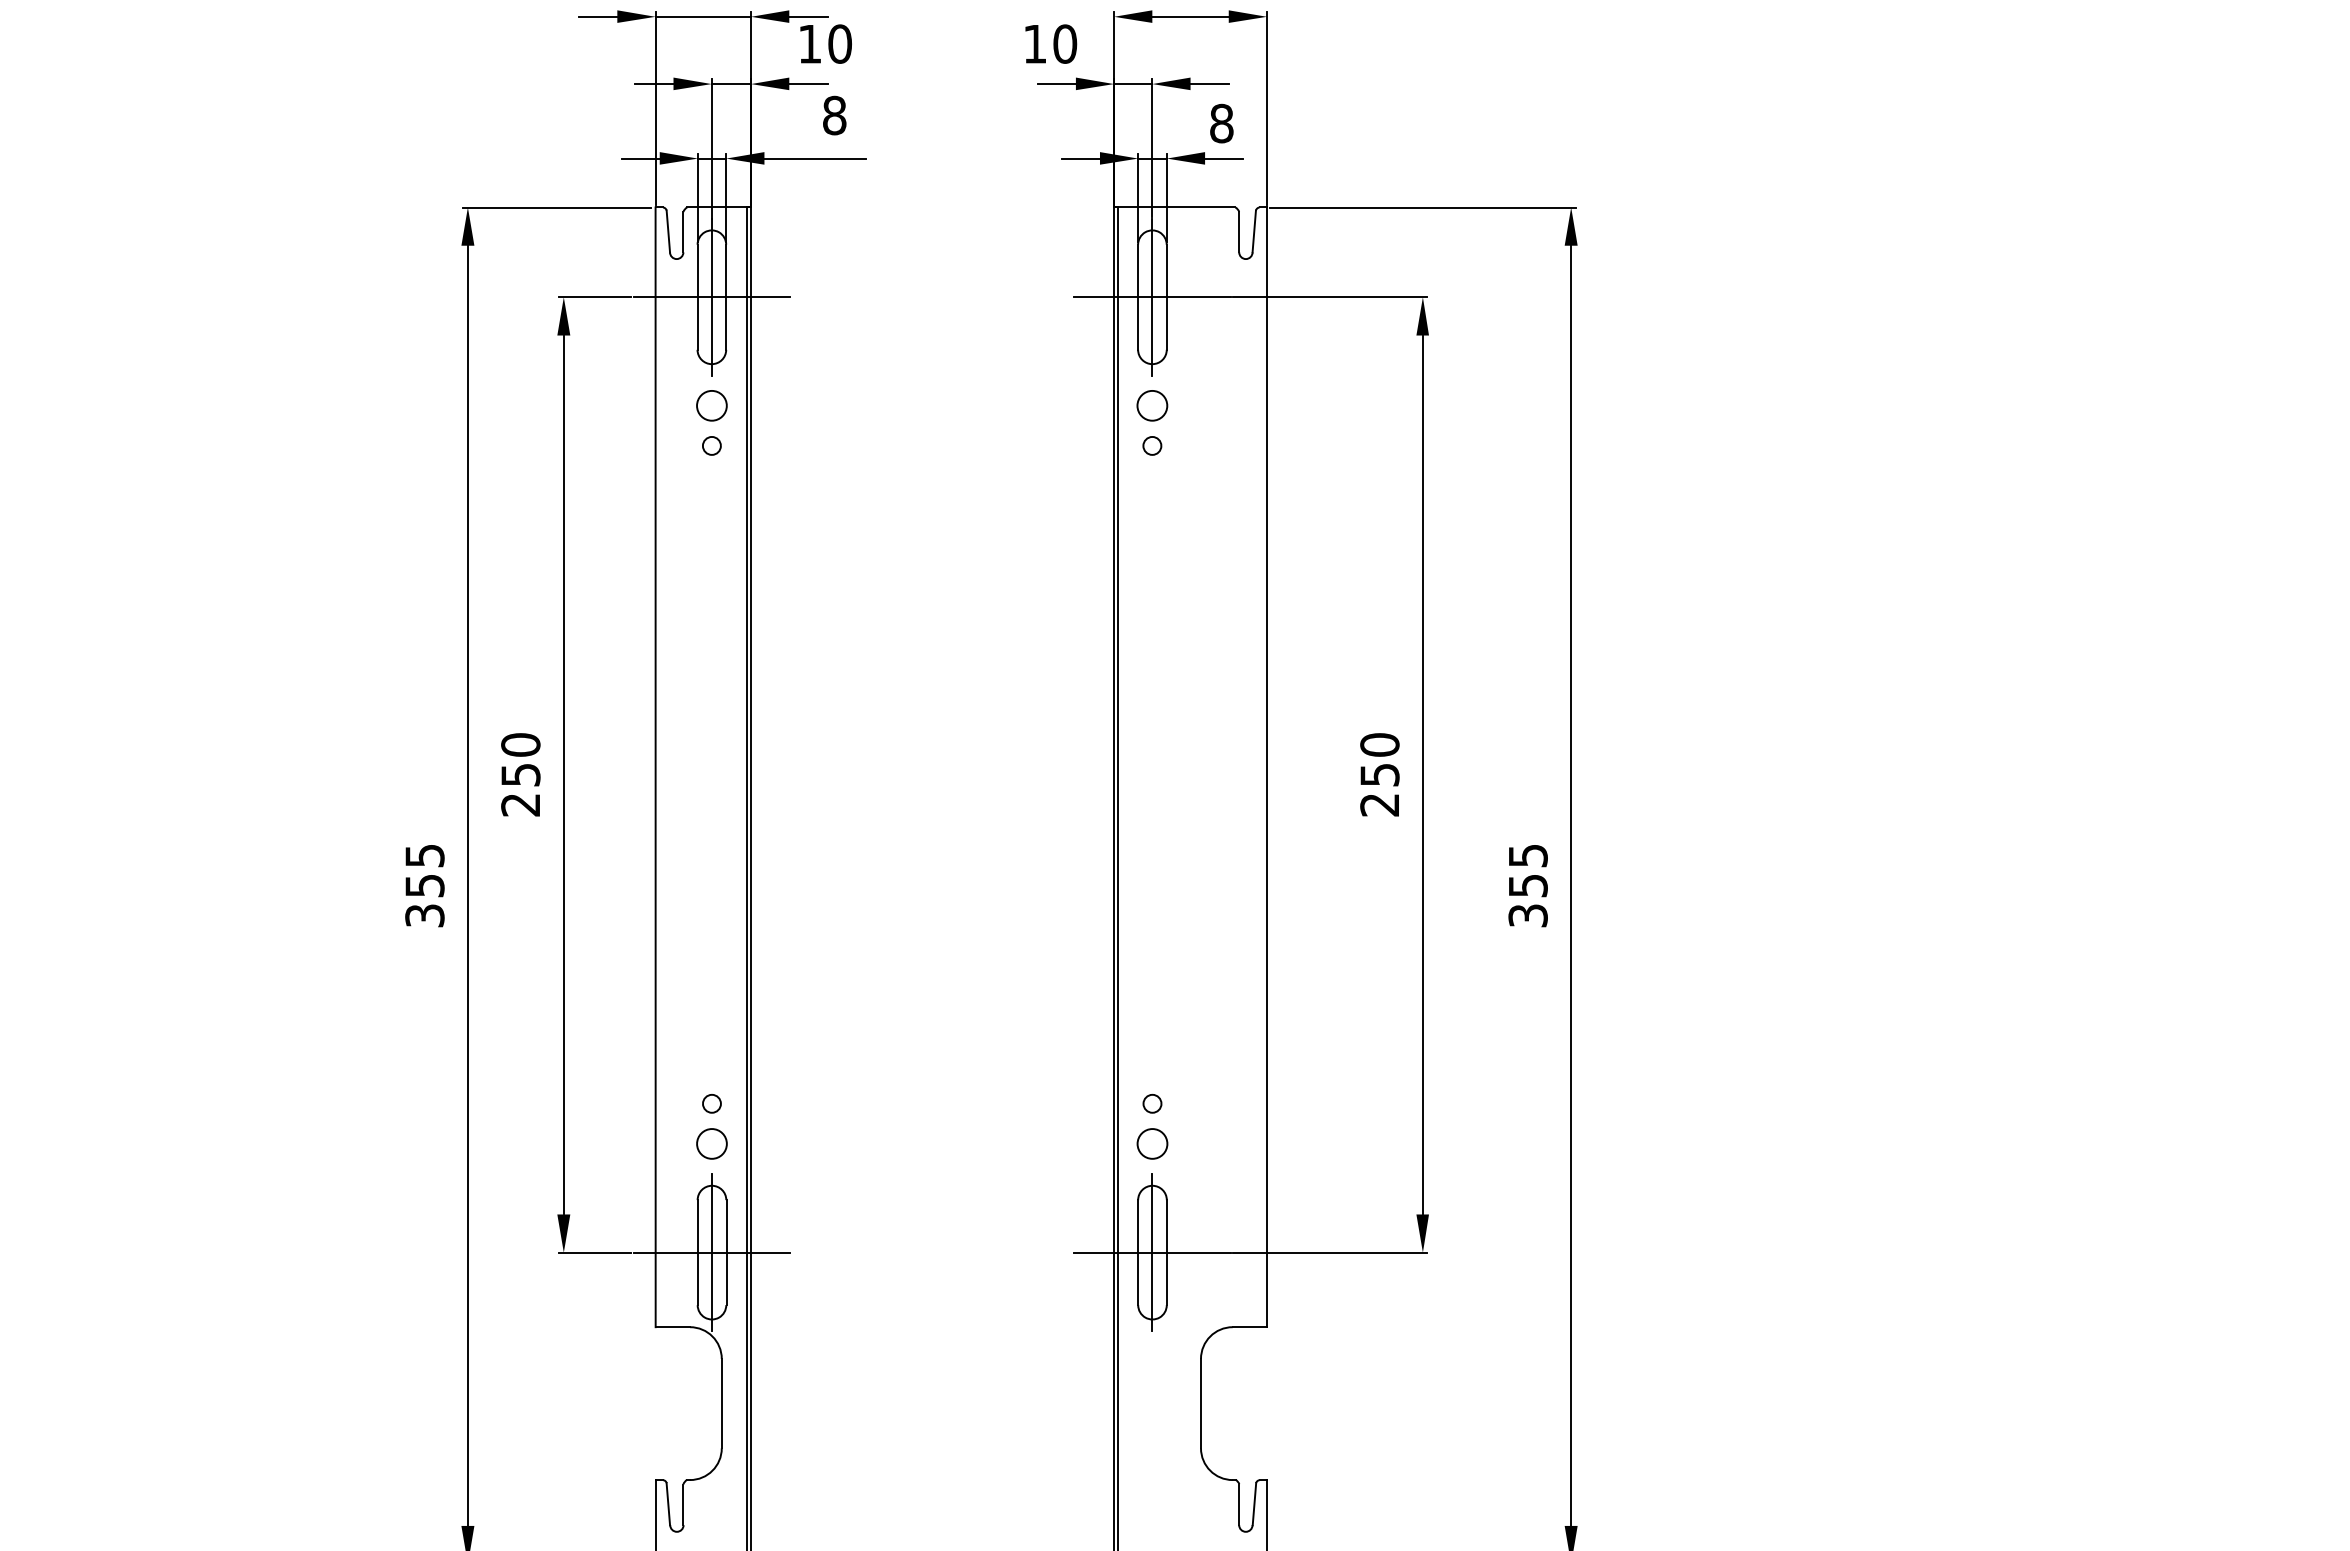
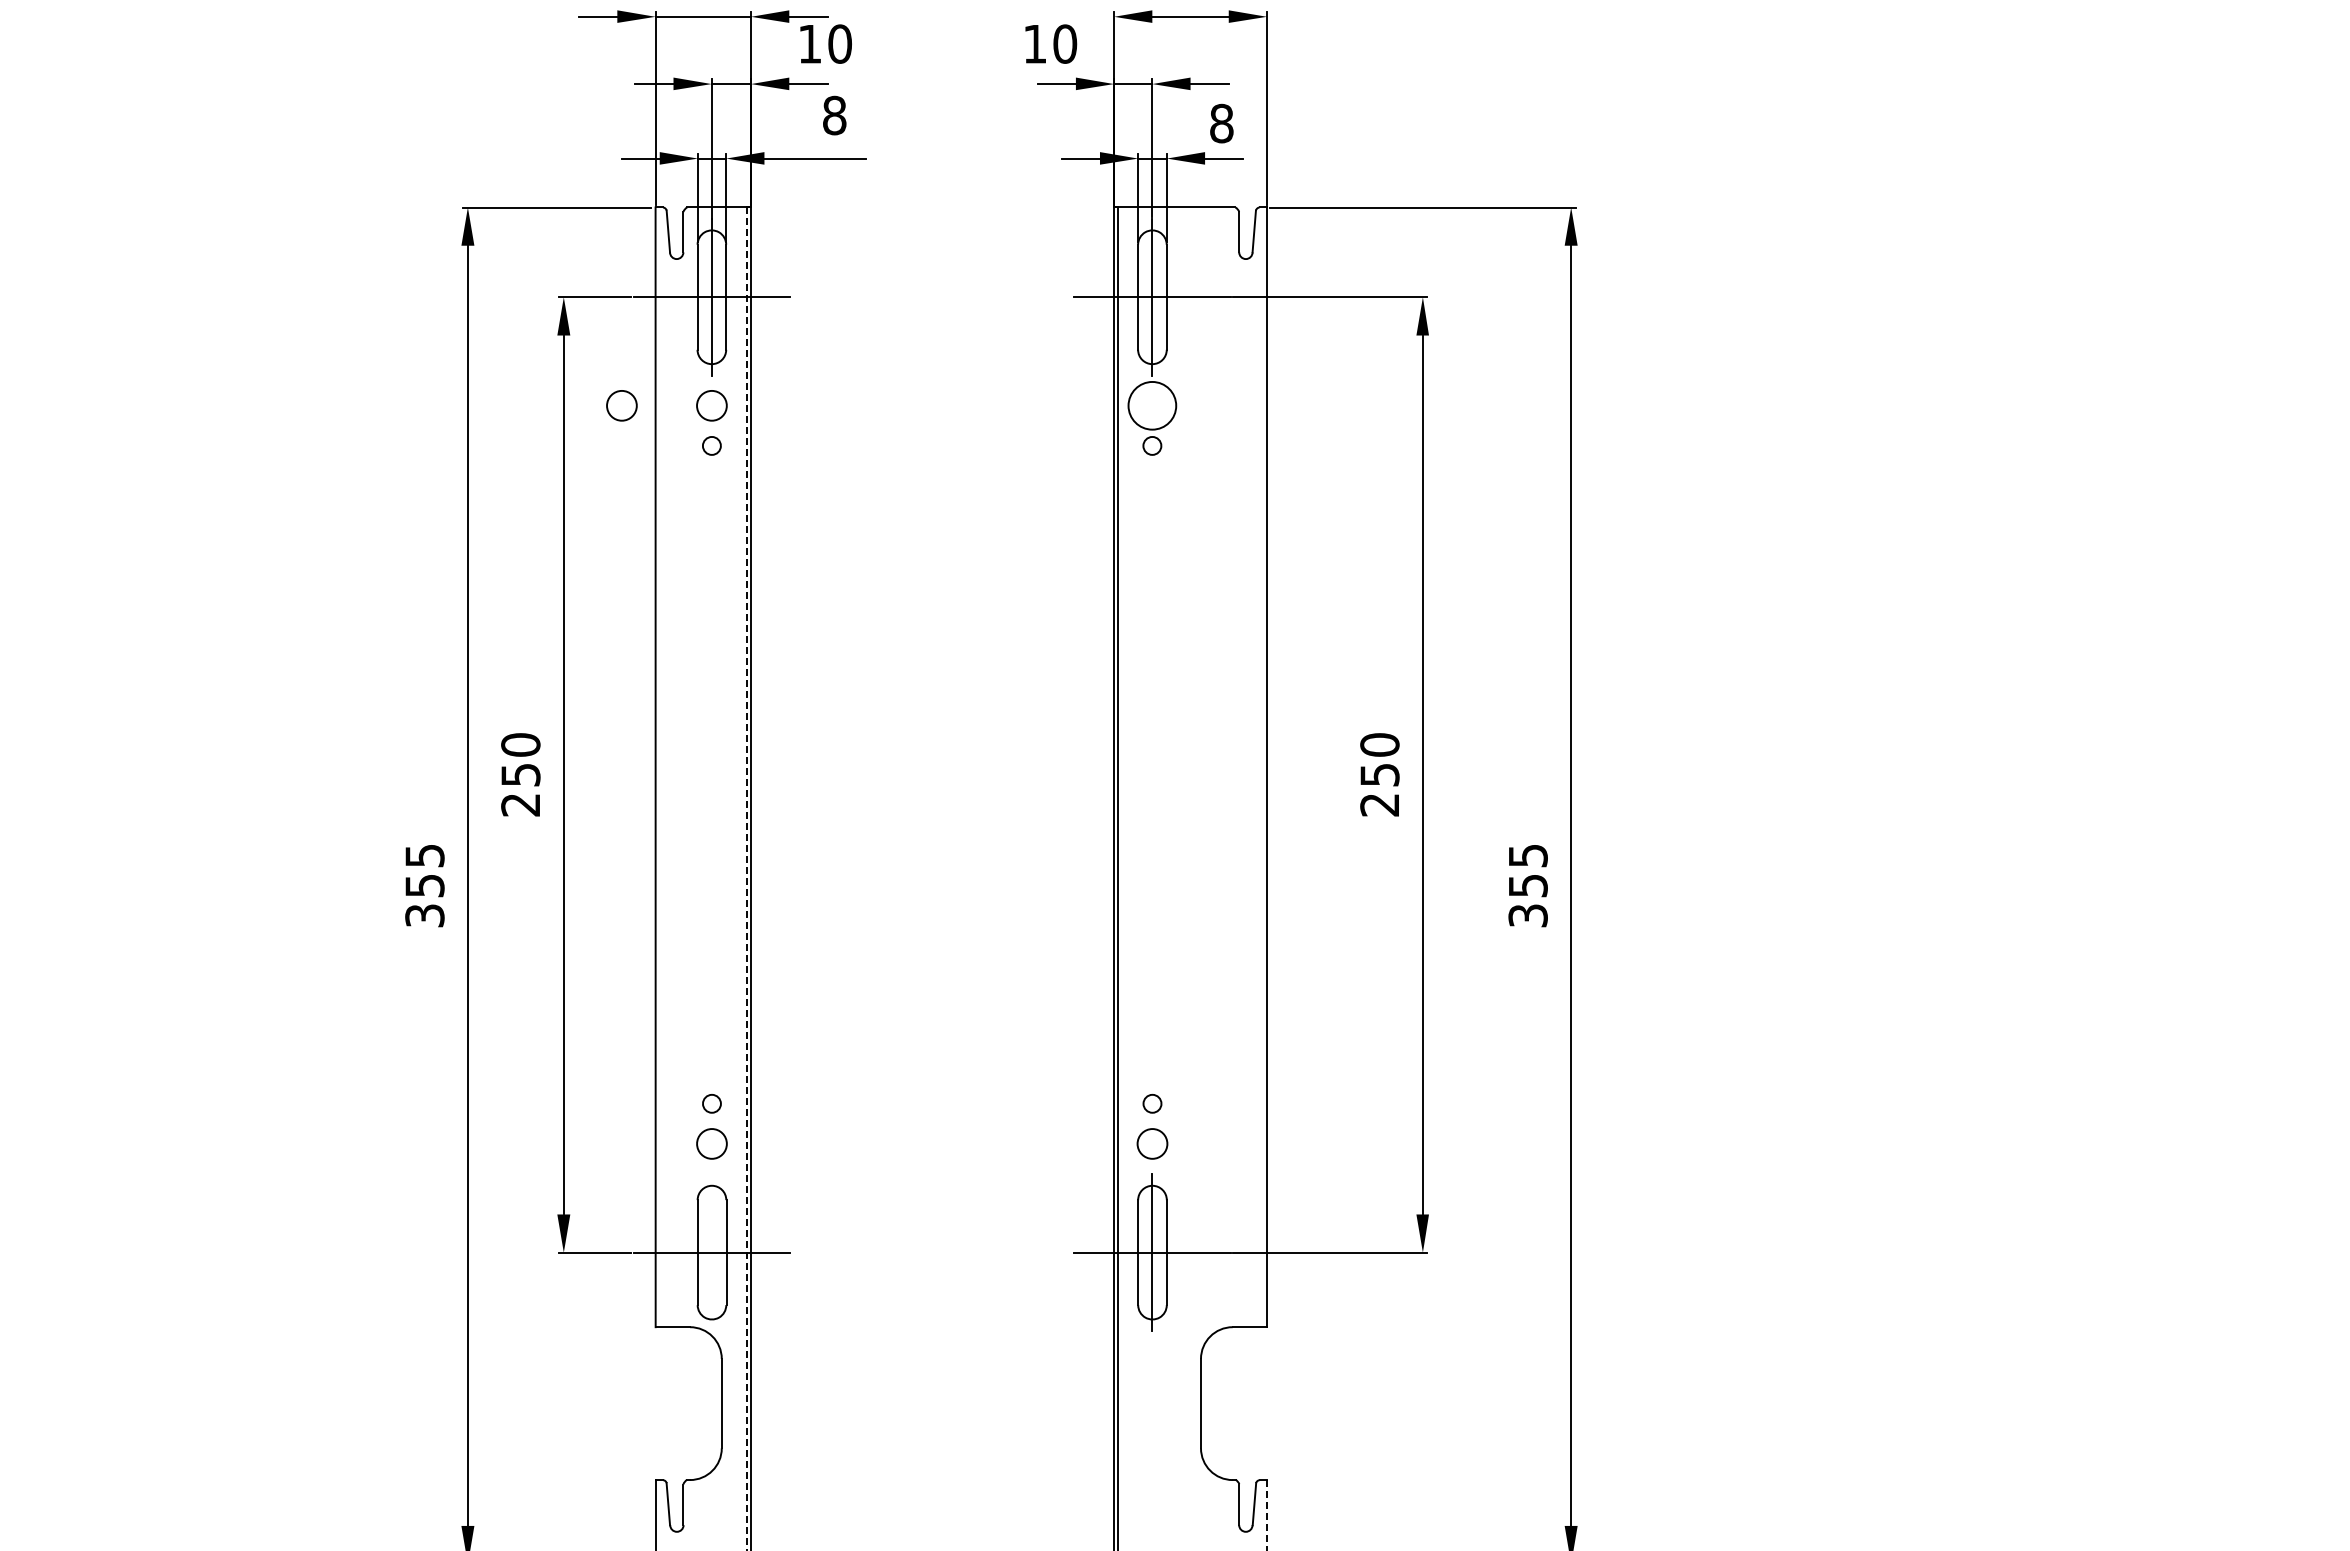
circle at (621, 405): none -> present
circle at (1152, 405) diameter: 30 px -> 48 px
line at (746, 879): solid -> dashed
line at (712, 1252): present -> none
line at (1267, 1514): solid -> dashed
